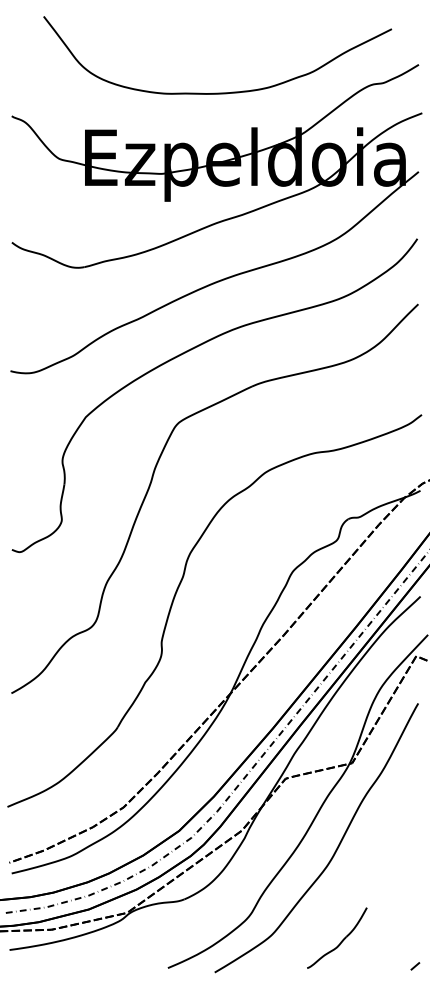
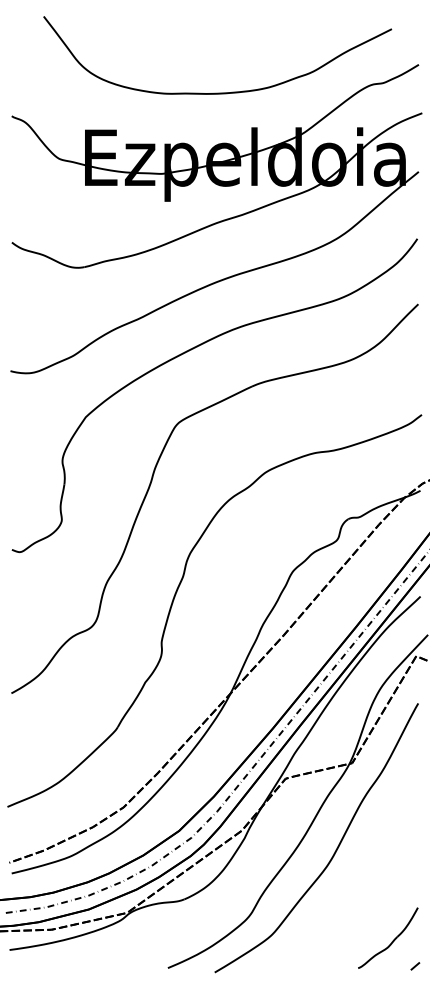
part at (337, 937) position: (337, 937) -> (388, 937)
